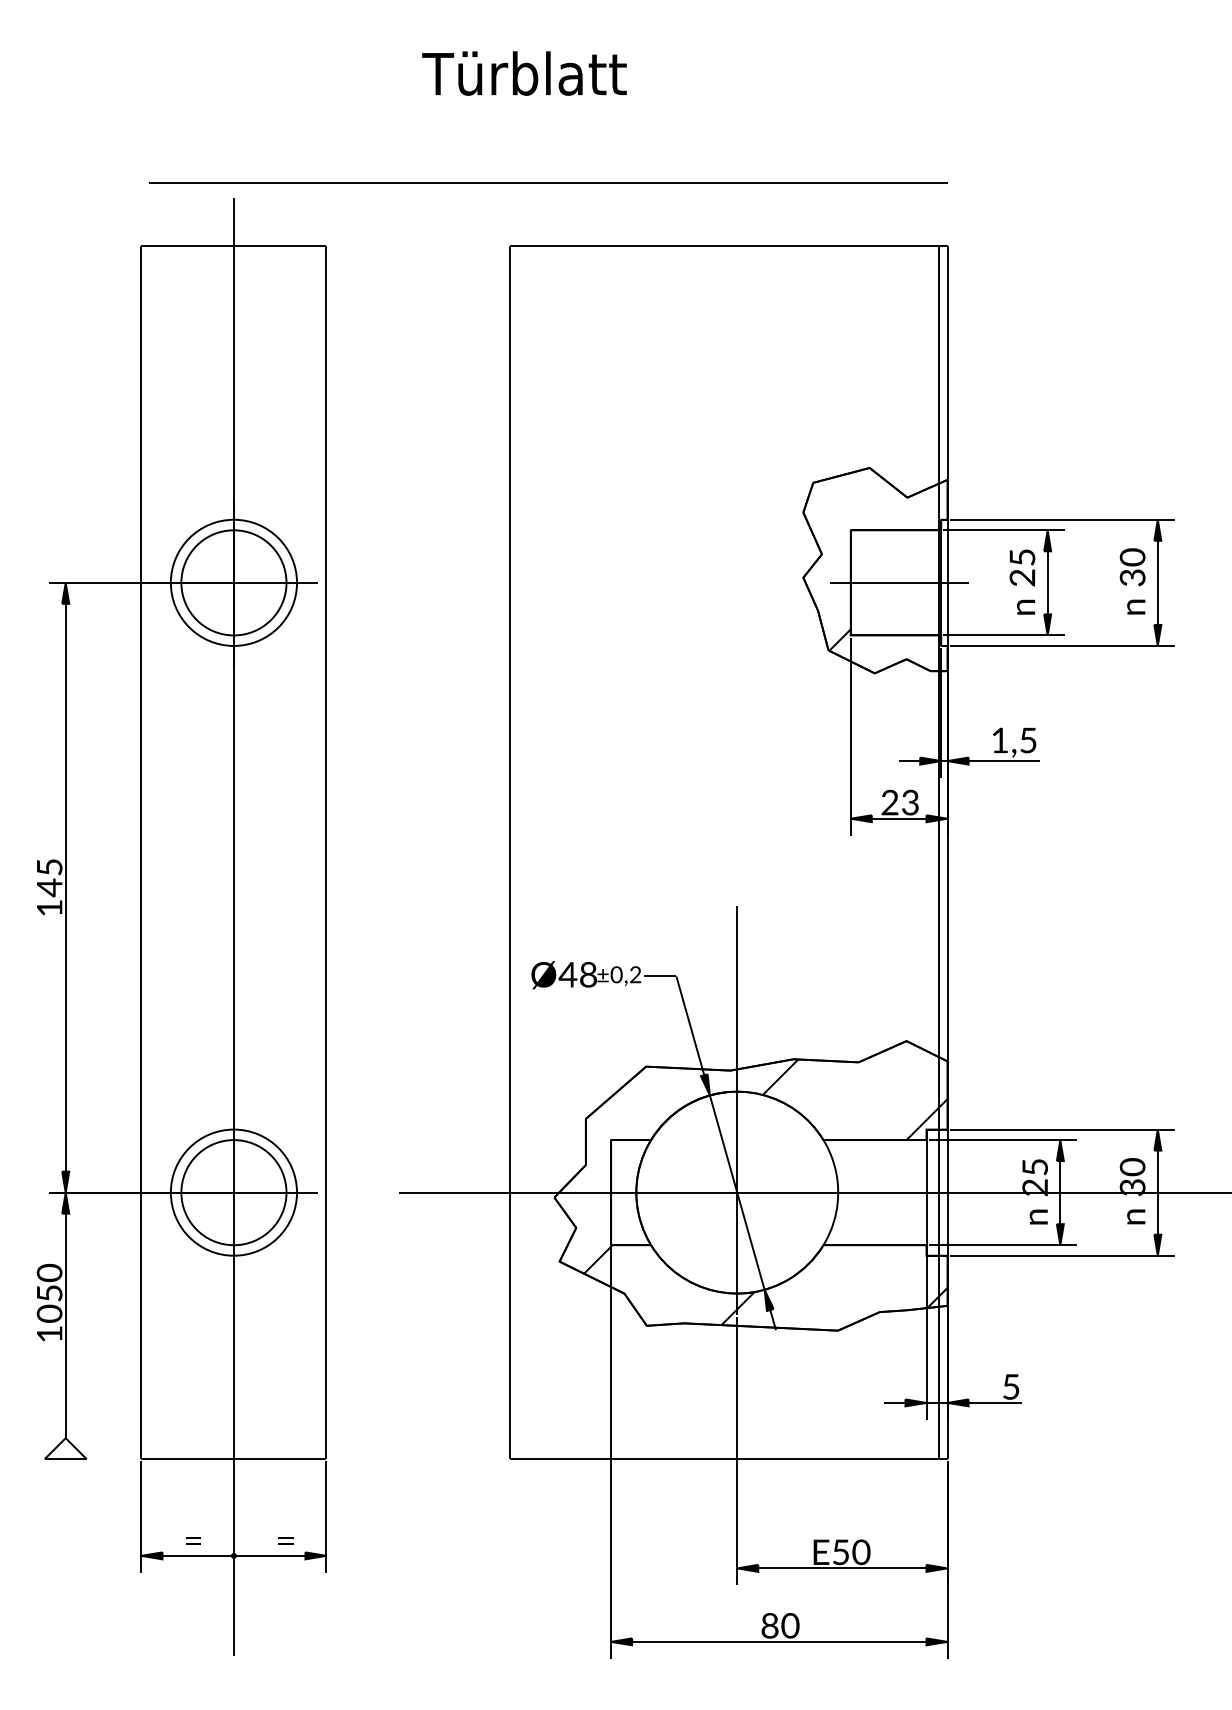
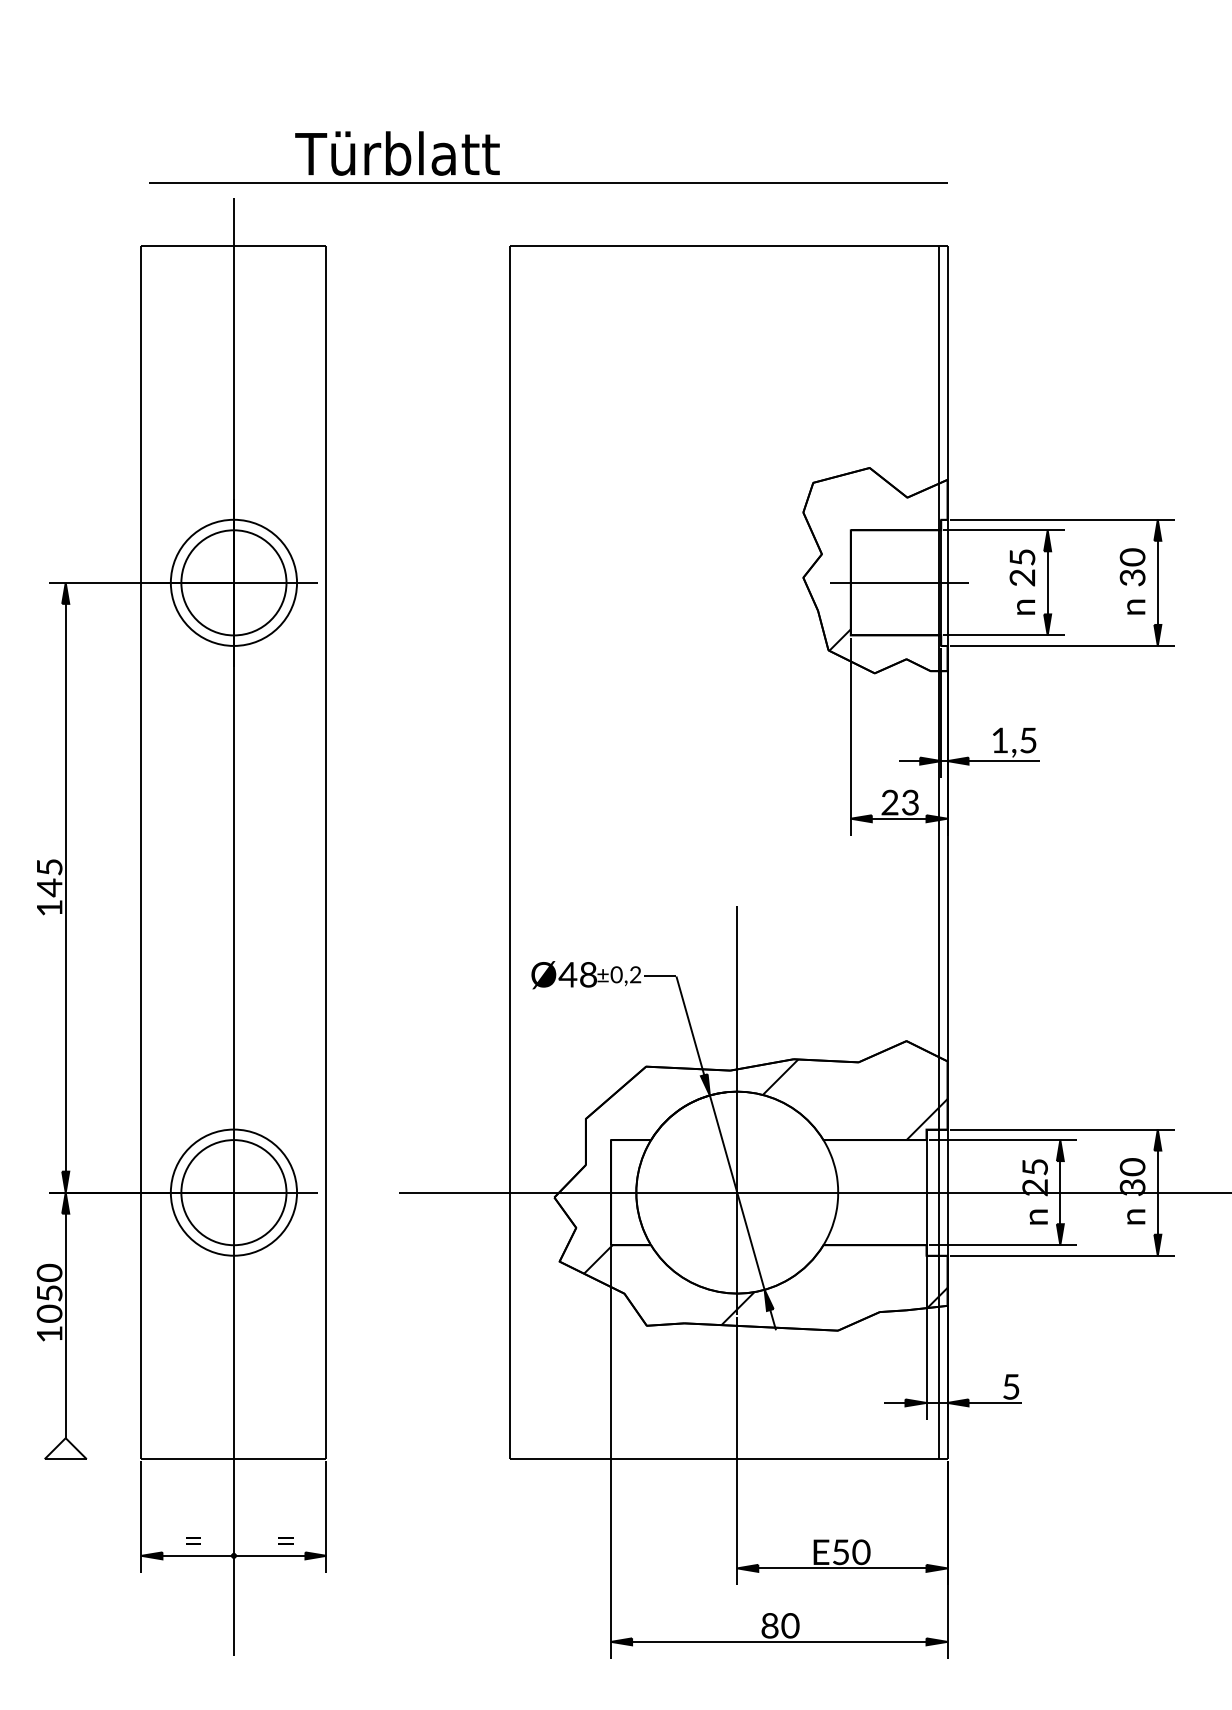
text at (524, 73) position: (524, 73) -> (397, 153)
